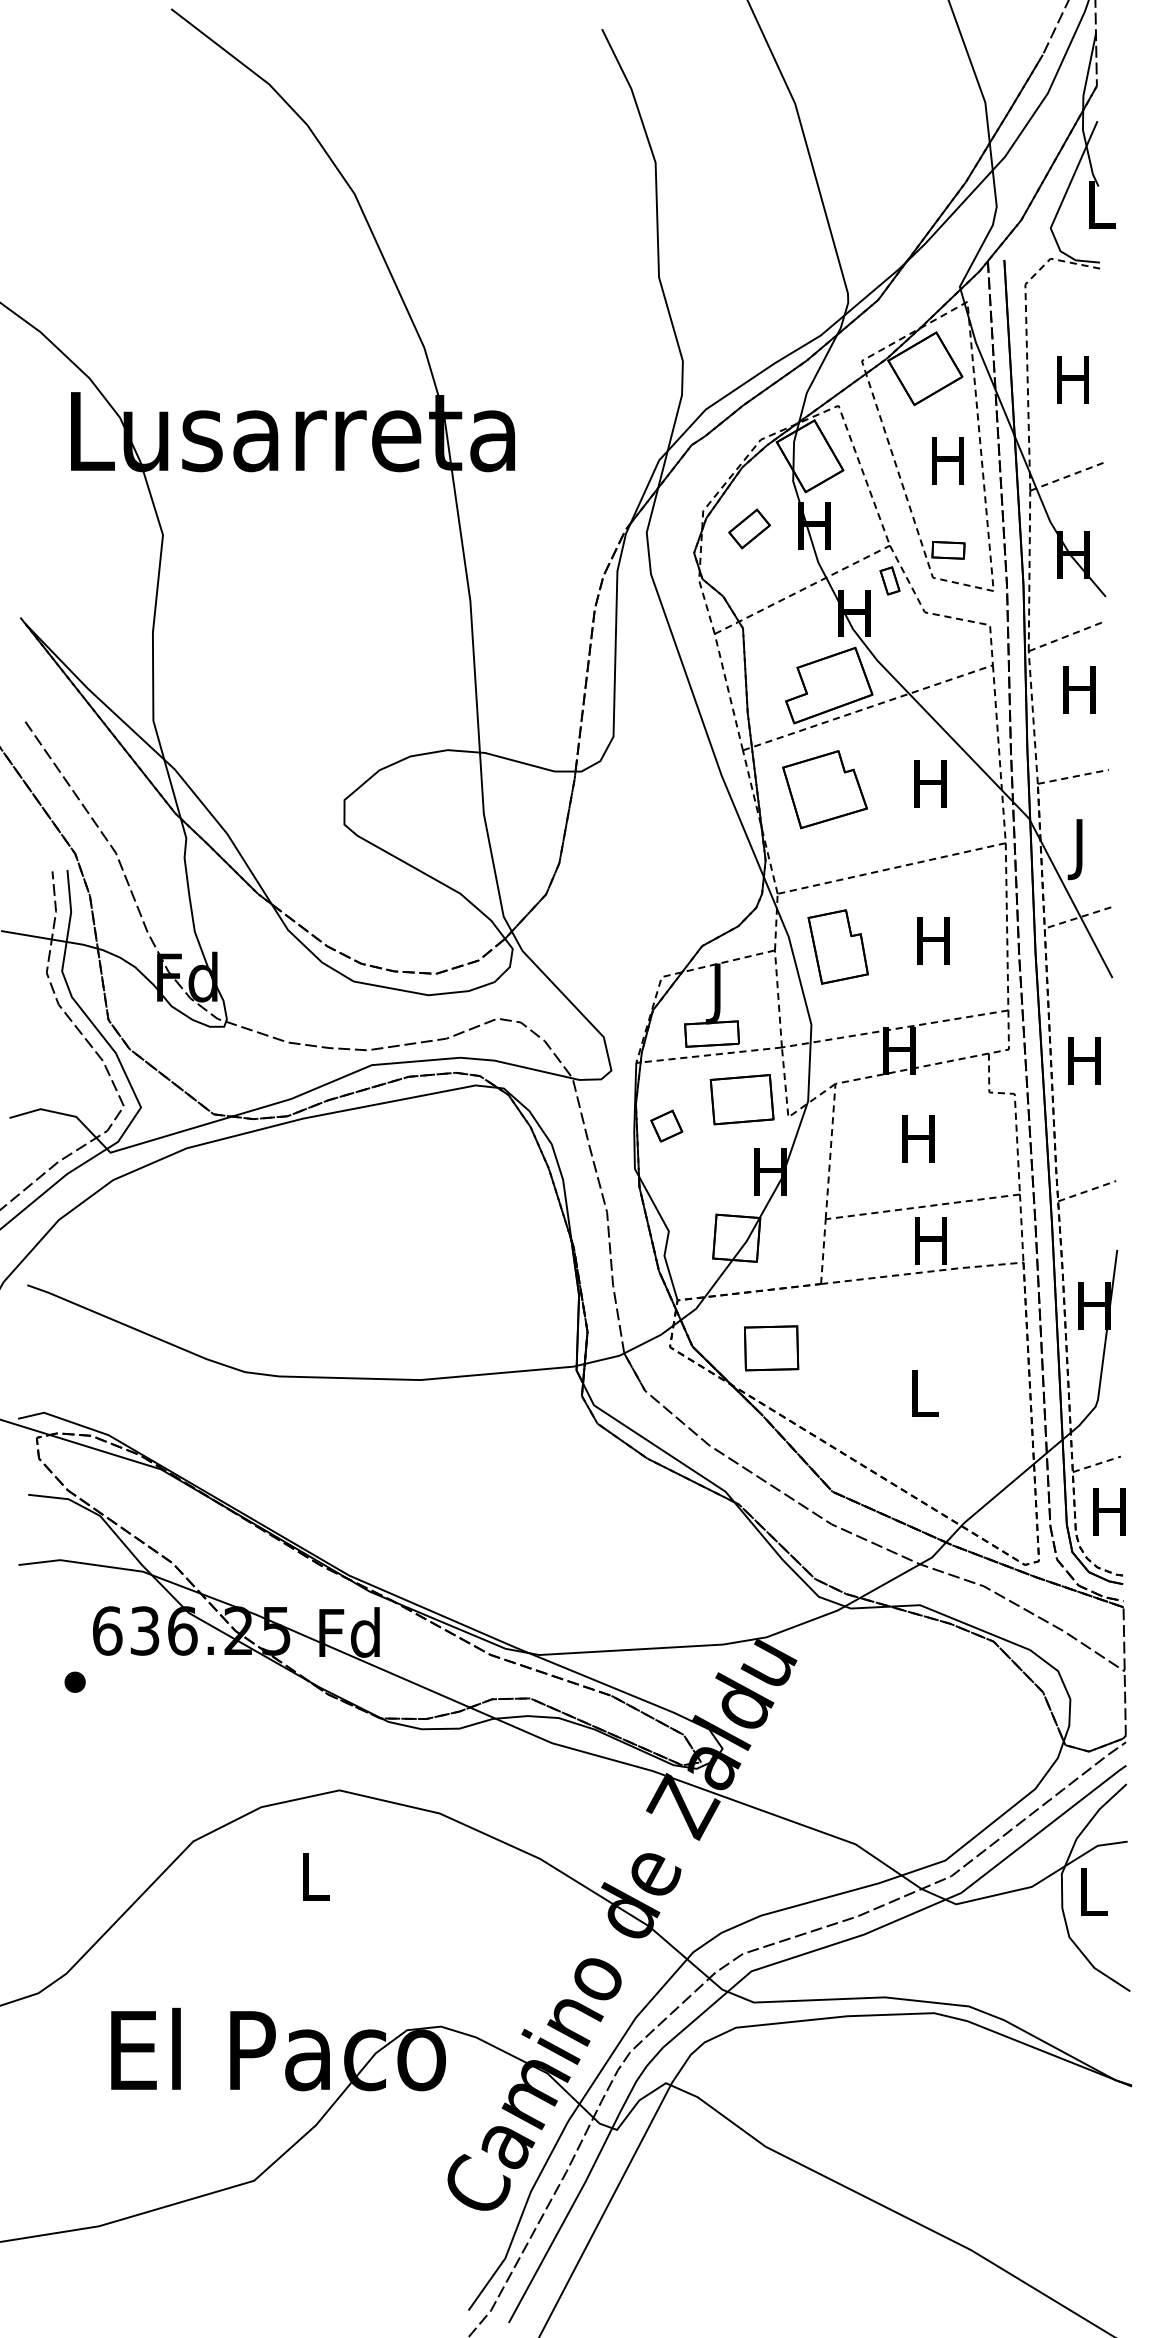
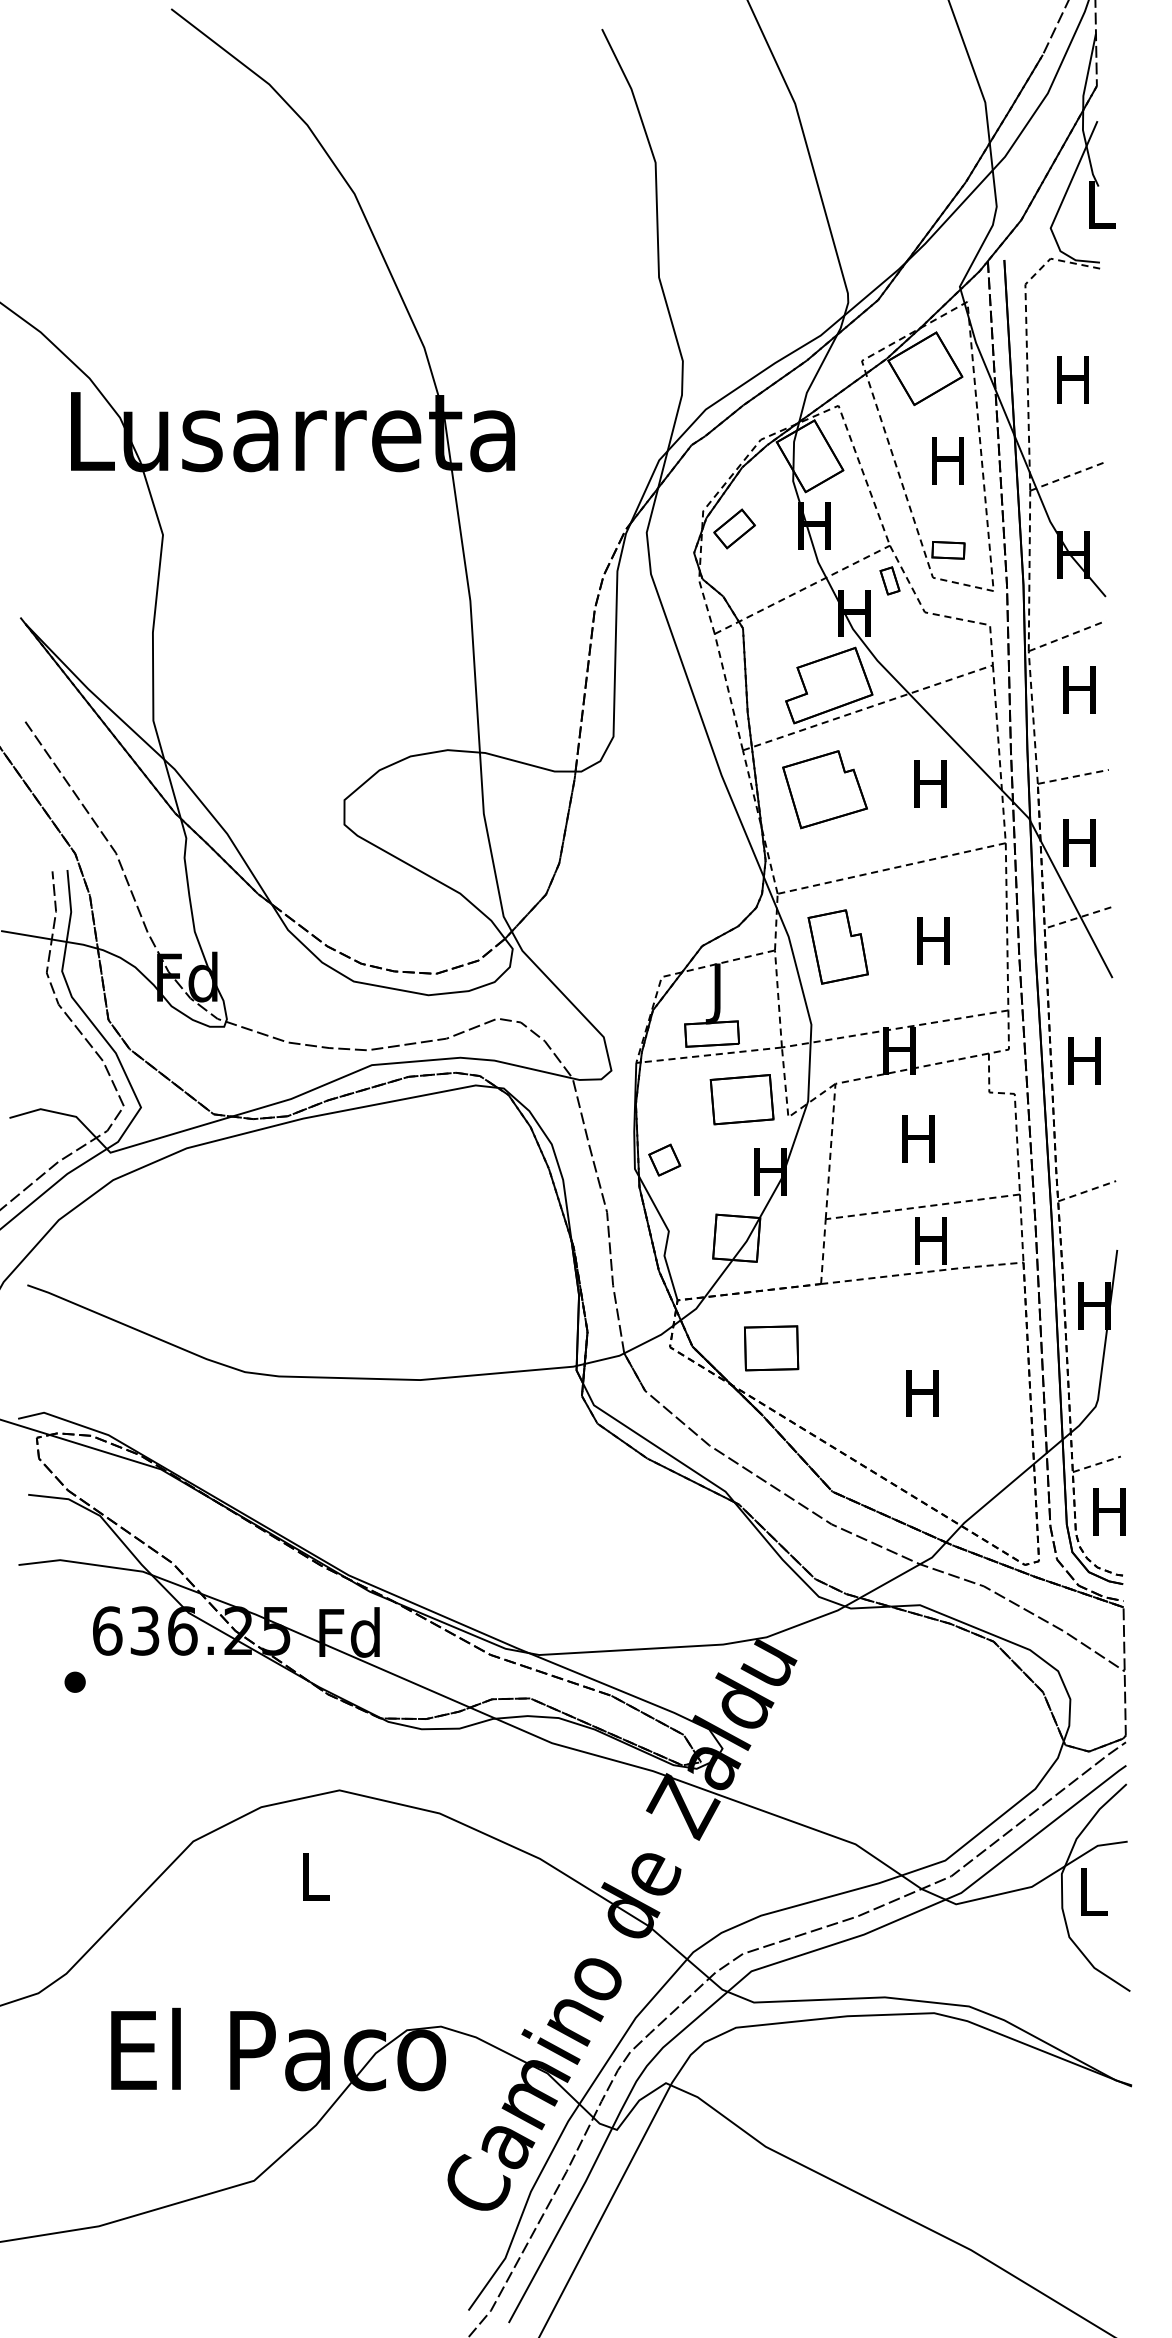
part at (749, 528) position: (749, 528) -> (734, 528)
text at (1079, 849): J -> H
part at (666, 1125) position: (666, 1125) -> (664, 1159)
text at (922, 1393): L -> H
